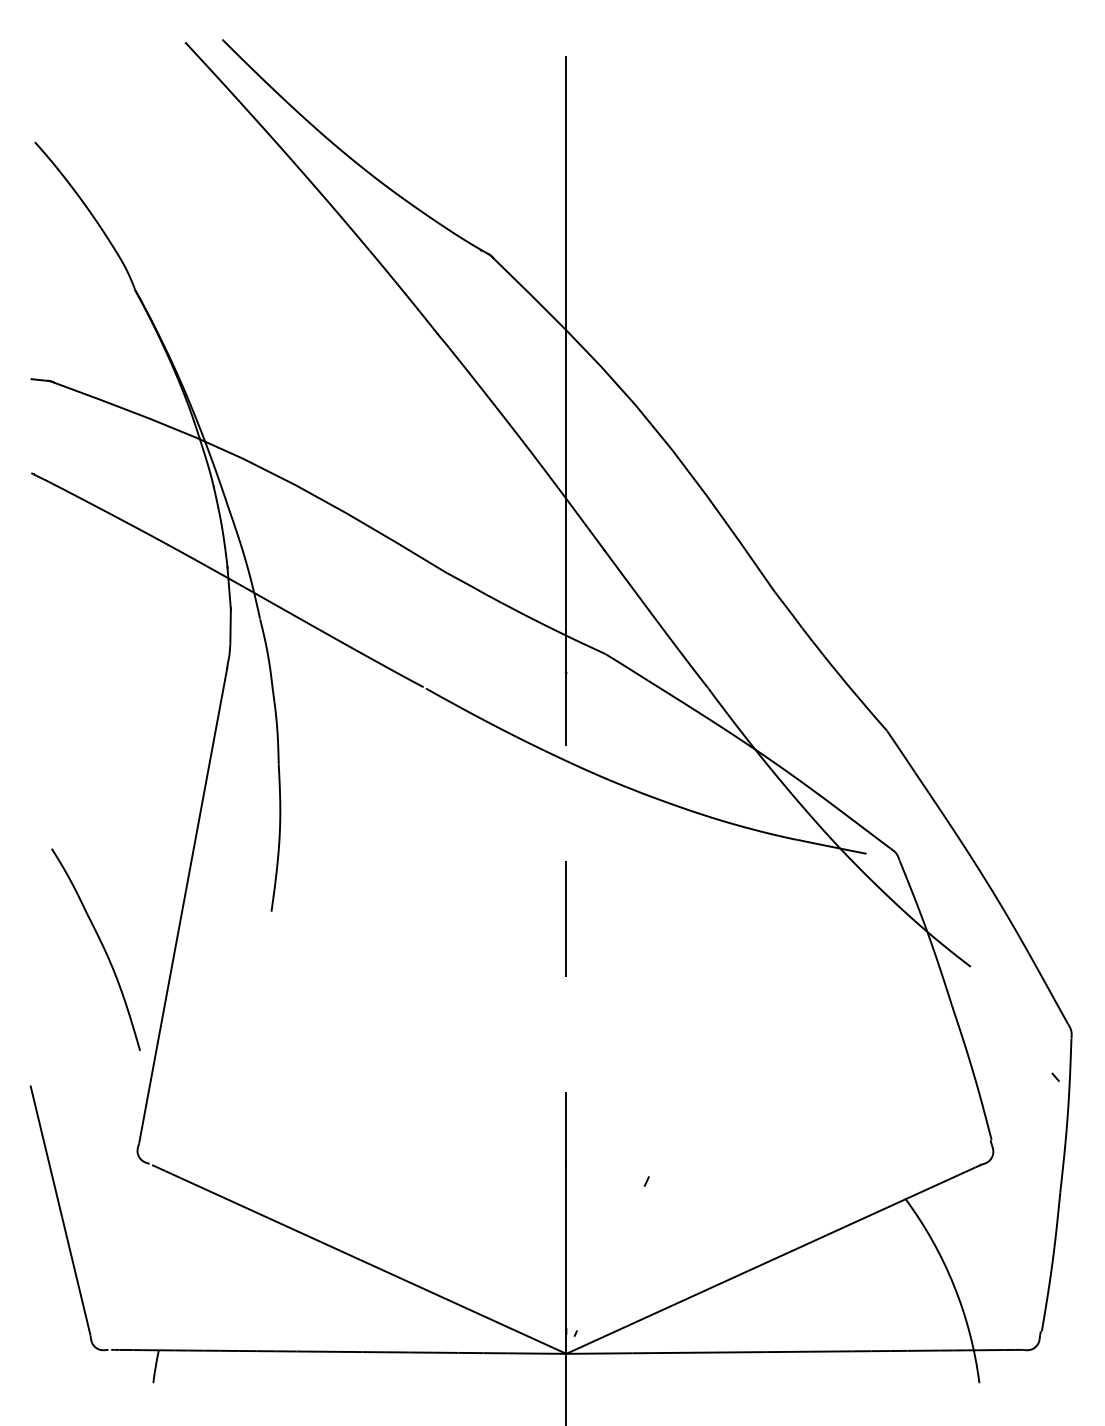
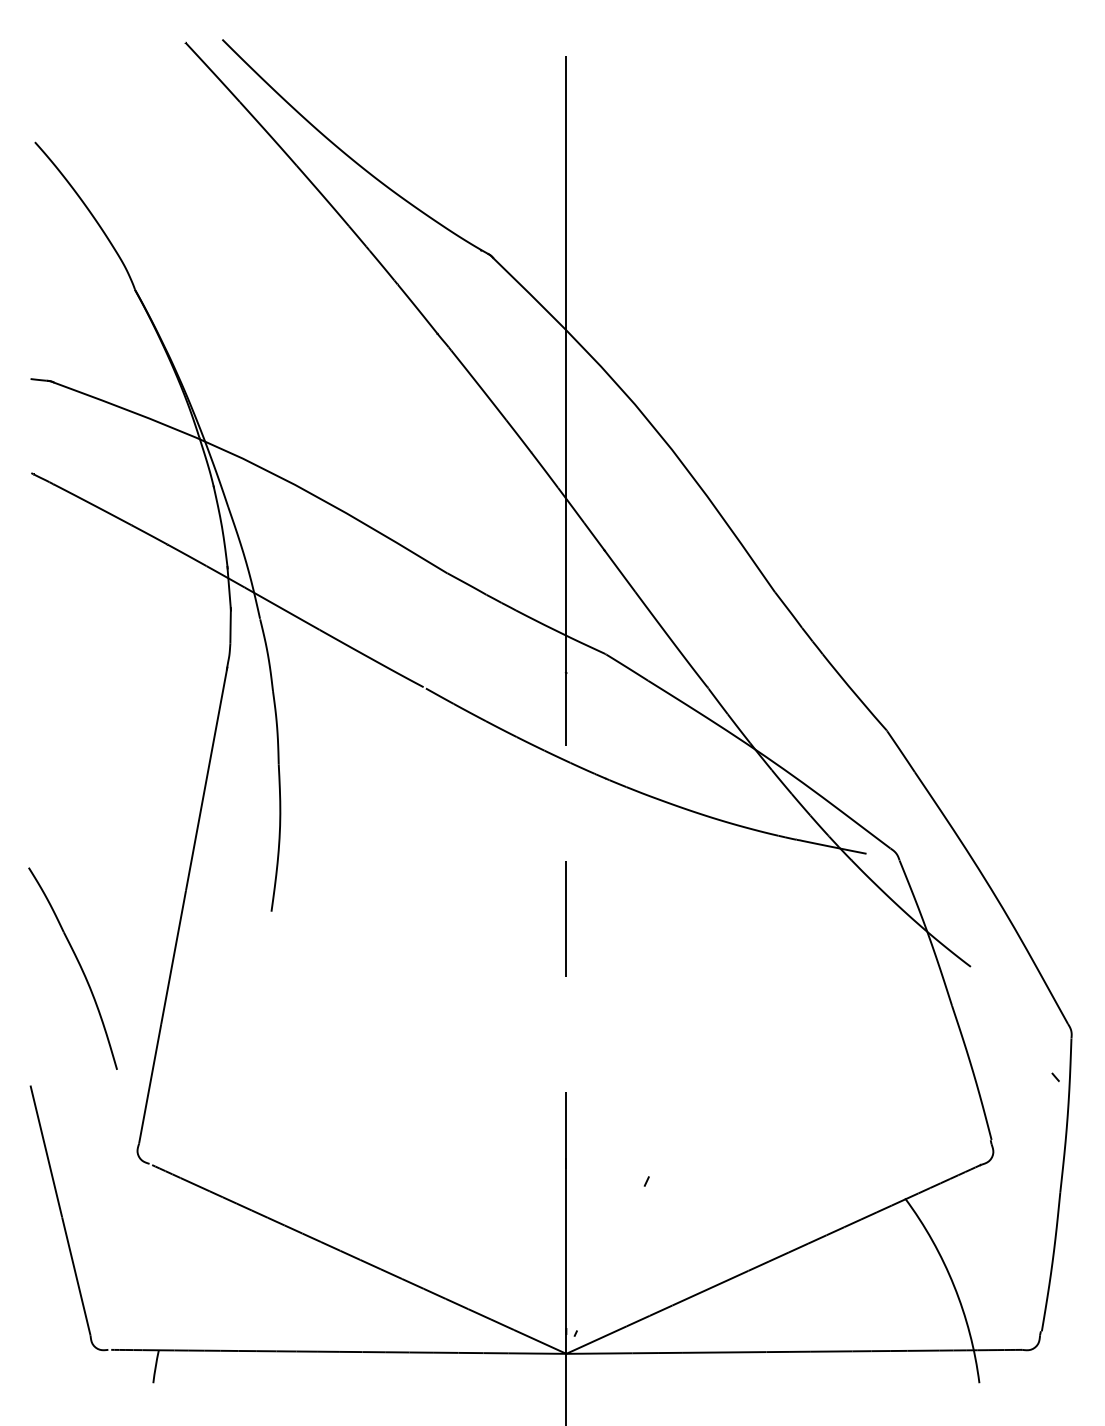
part at (101, 945) position: (101, 945) -> (78, 964)
